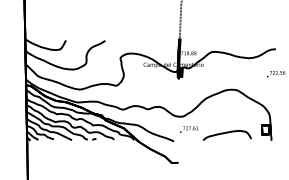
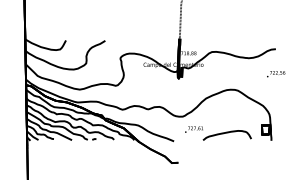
text at (188, 129) position: (188, 129) -> (193, 129)
